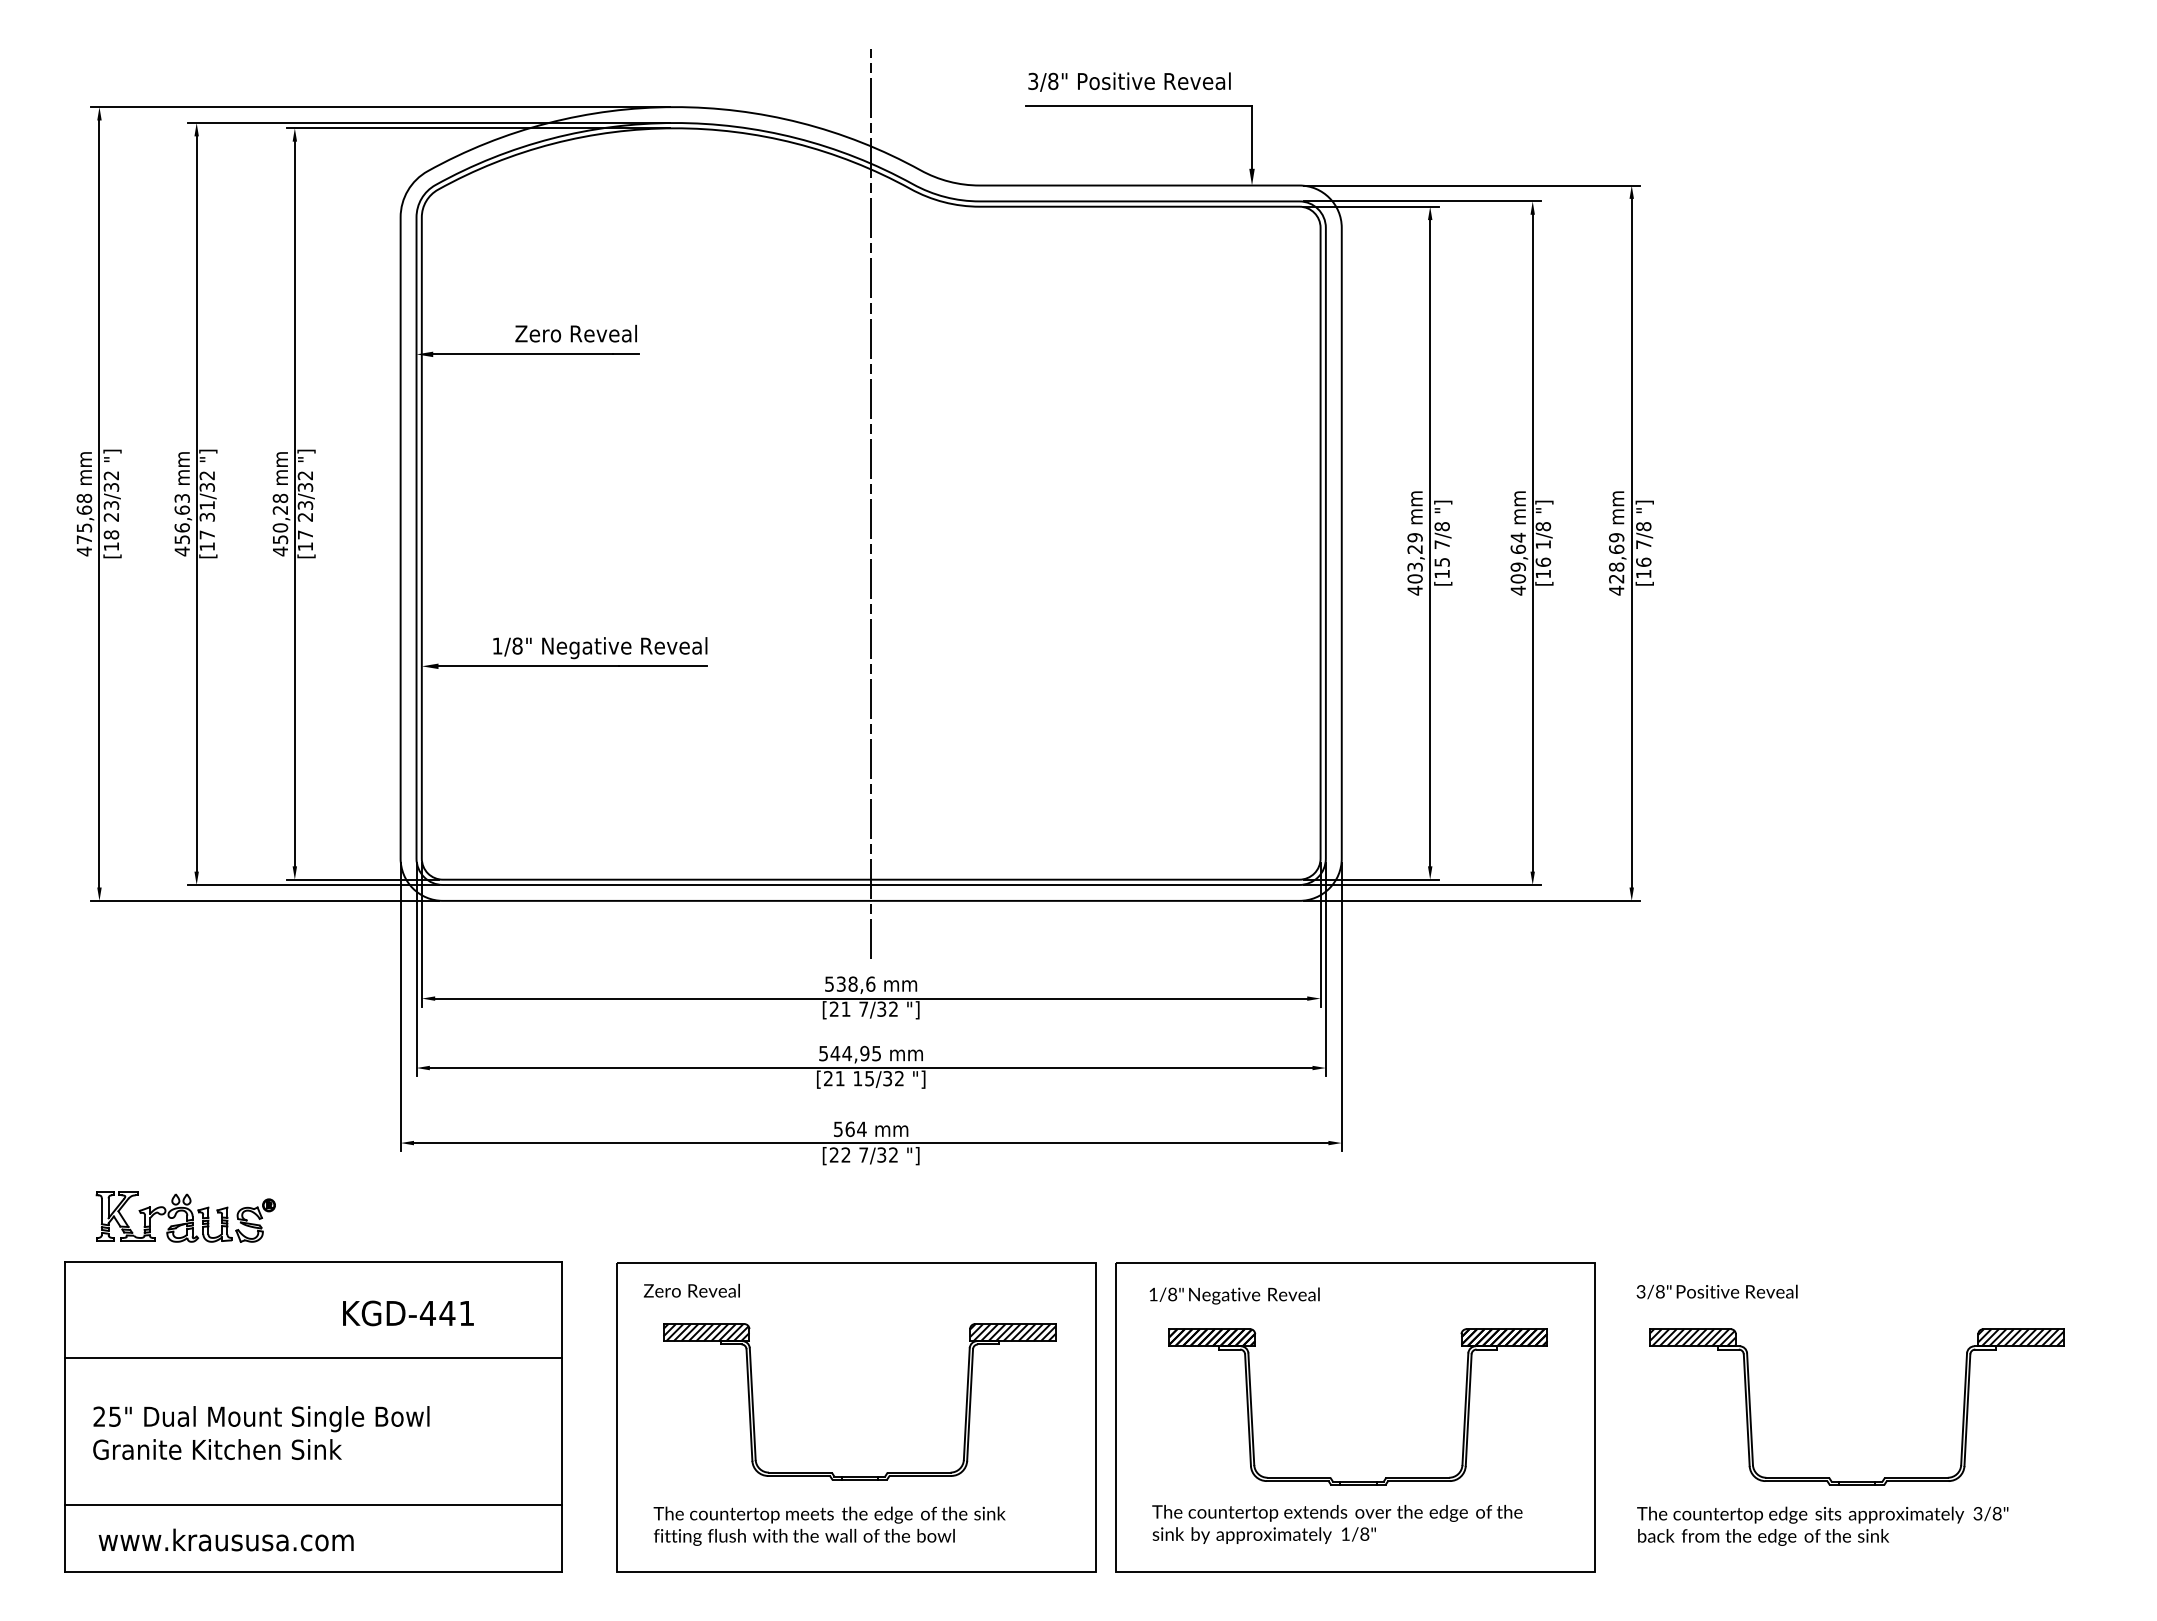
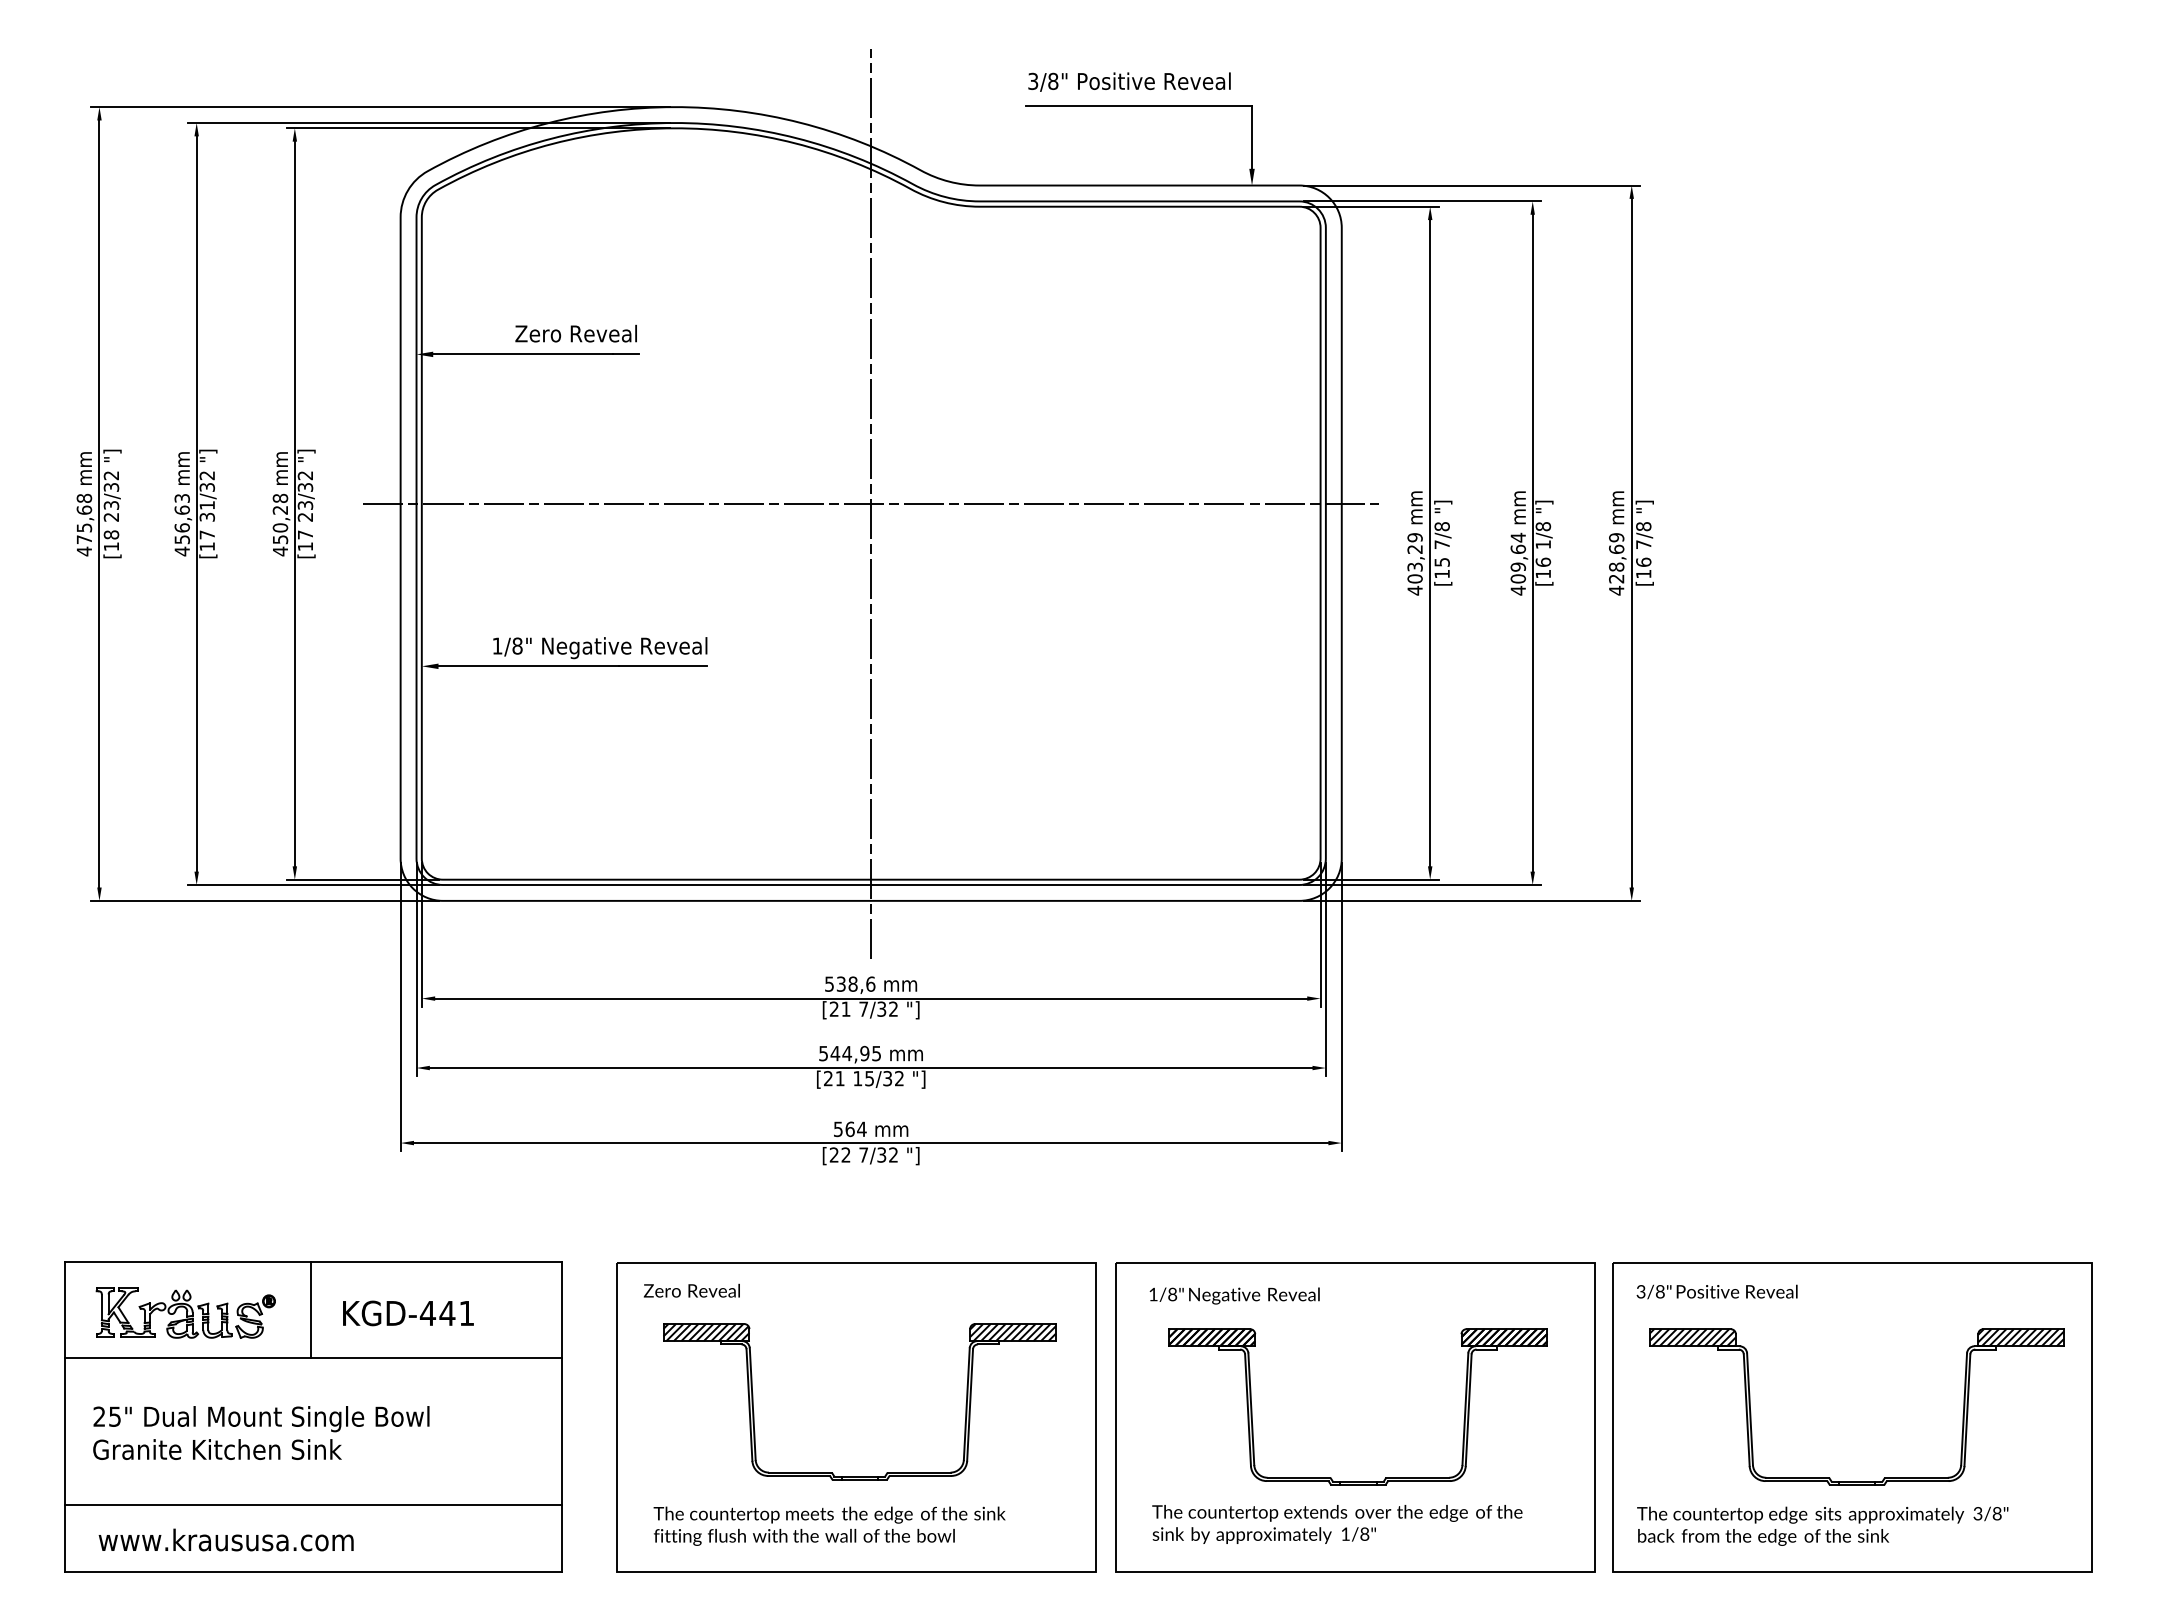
line at (870, 504): none -> present
part at (185, 1216) position: (185, 1216) -> (185, 1312)
line at (310, 1310): none -> present
part at (1852, 1417): none -> present
